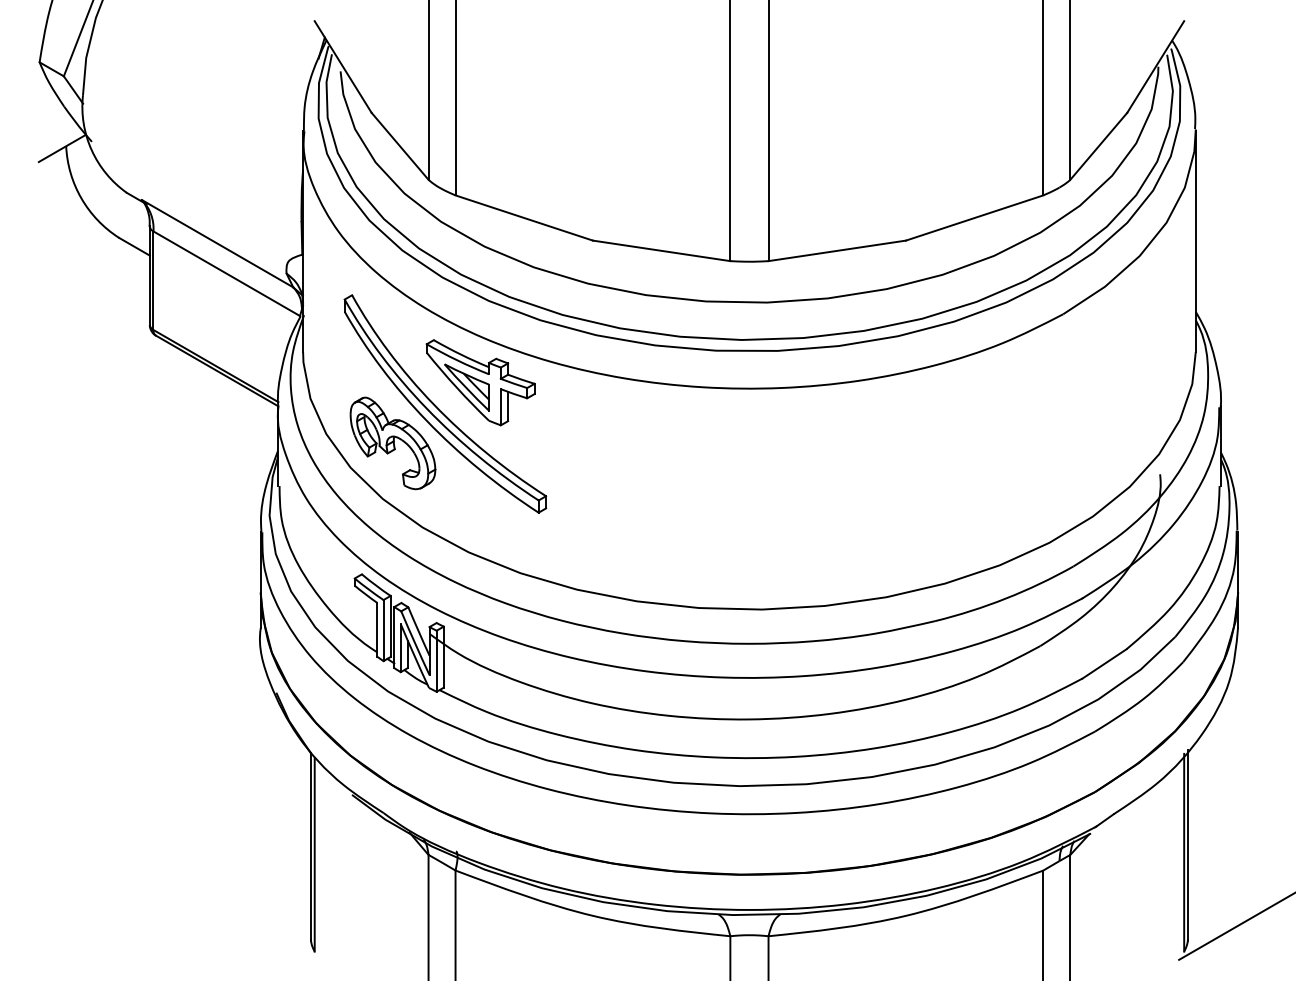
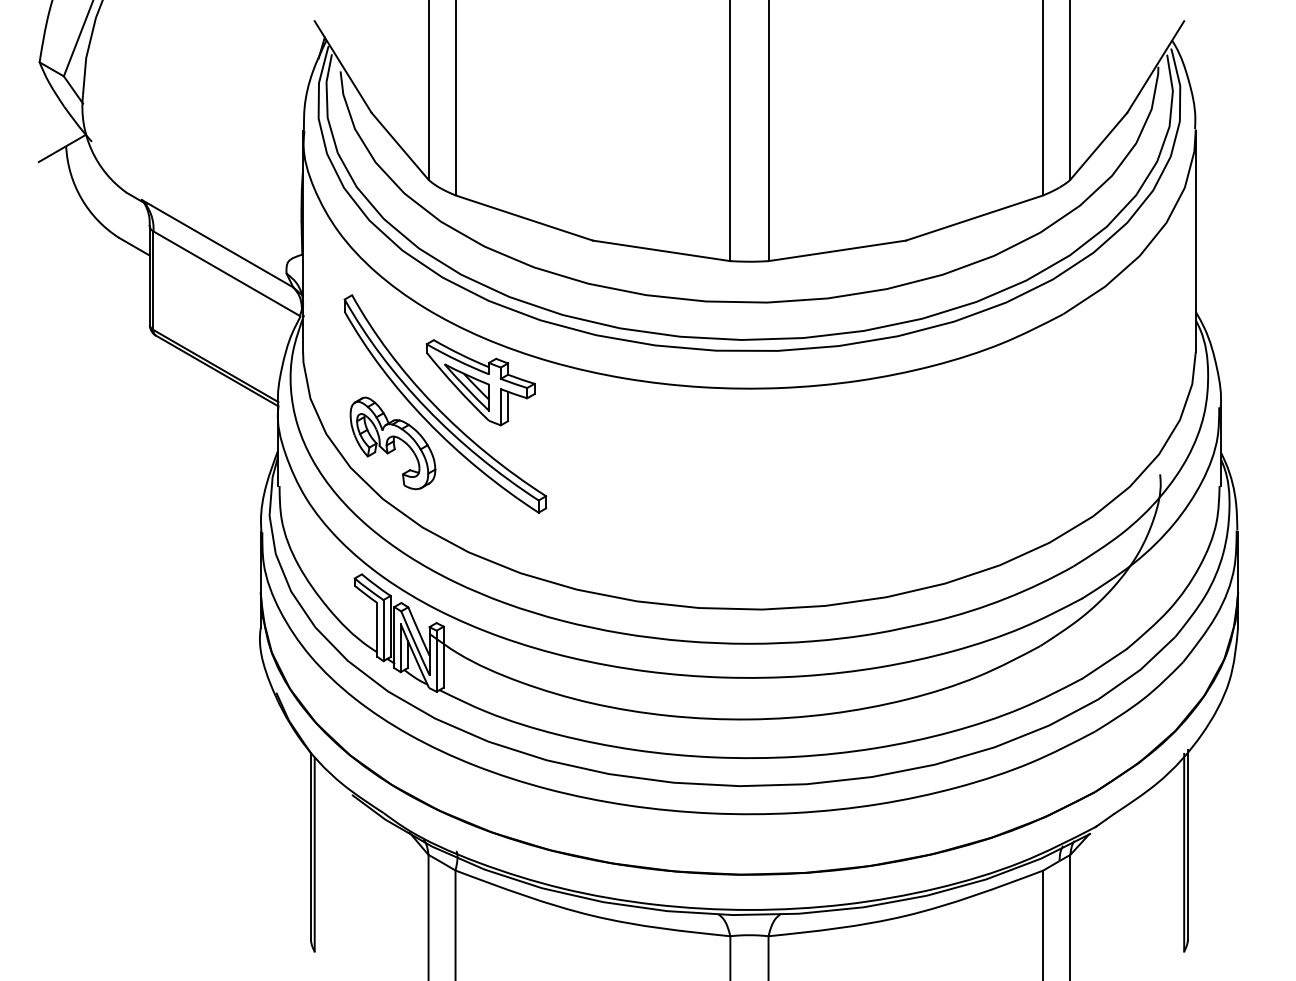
line at (1235, 926): present -> none
